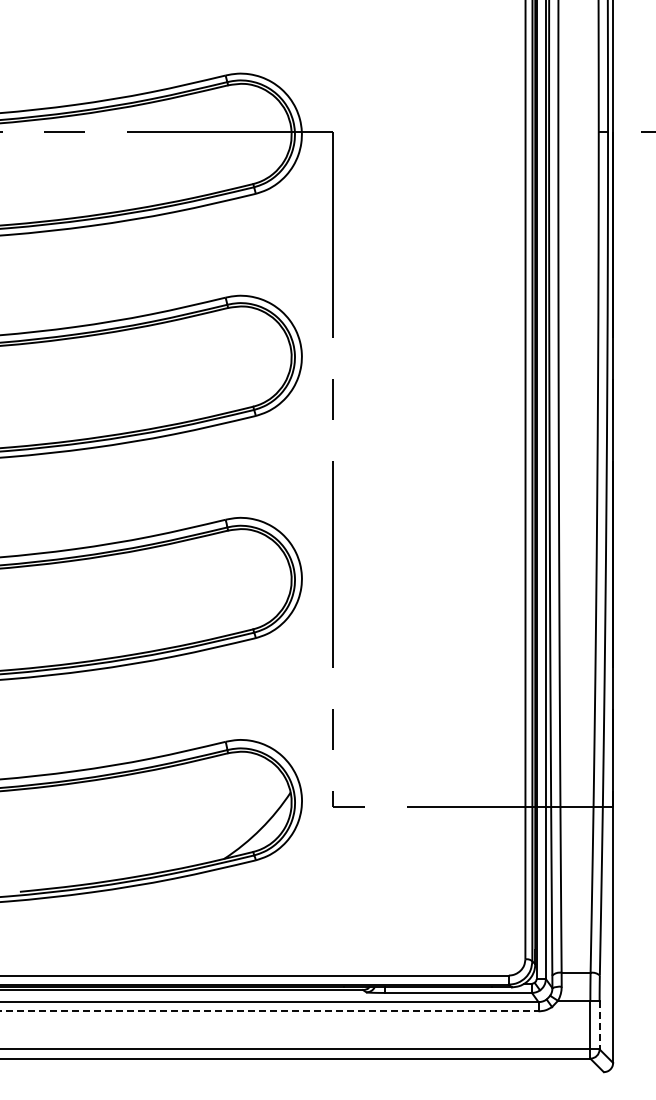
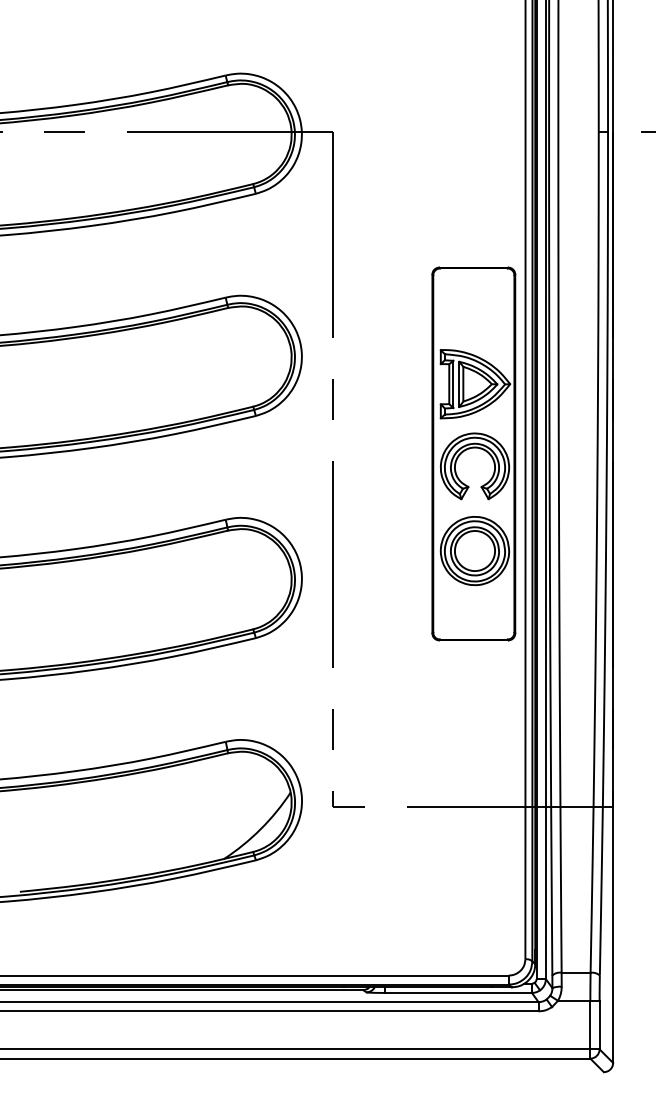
part at (473, 453): none -> present
line at (269, 1011): dashed -> solid
line at (599, 1025): dashed -> solid
